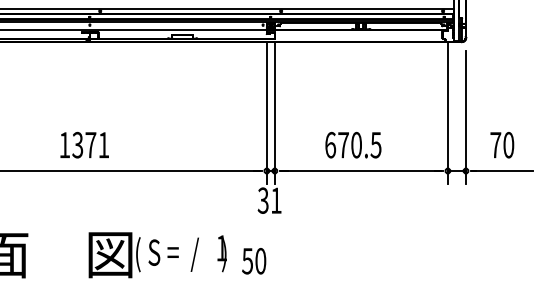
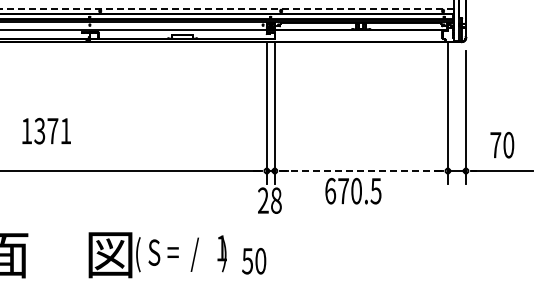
line at (226, 8): solid -> dashed
text at (84, 144) position: (84, 144) -> (46, 130)
text at (353, 144) position: (353, 144) -> (353, 190)
line at (360, 171): solid -> dashed
text at (269, 200): 31 -> 28
